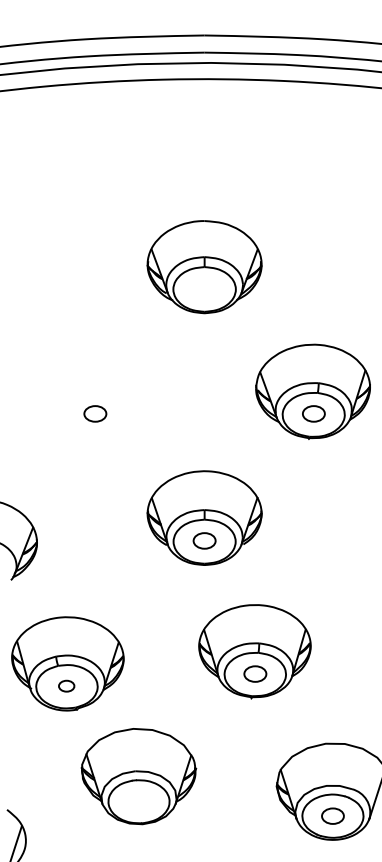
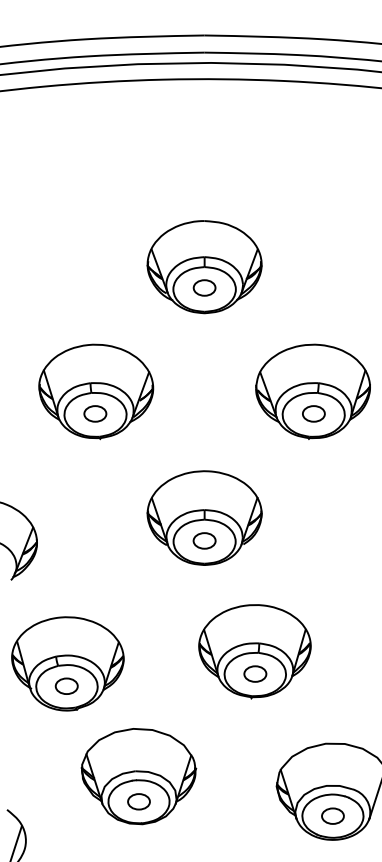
part at (204, 287): none -> present
part at (96, 391): none -> present
part at (66, 685) size: 18x14 px -> 25x18 px
part at (138, 801): none -> present
